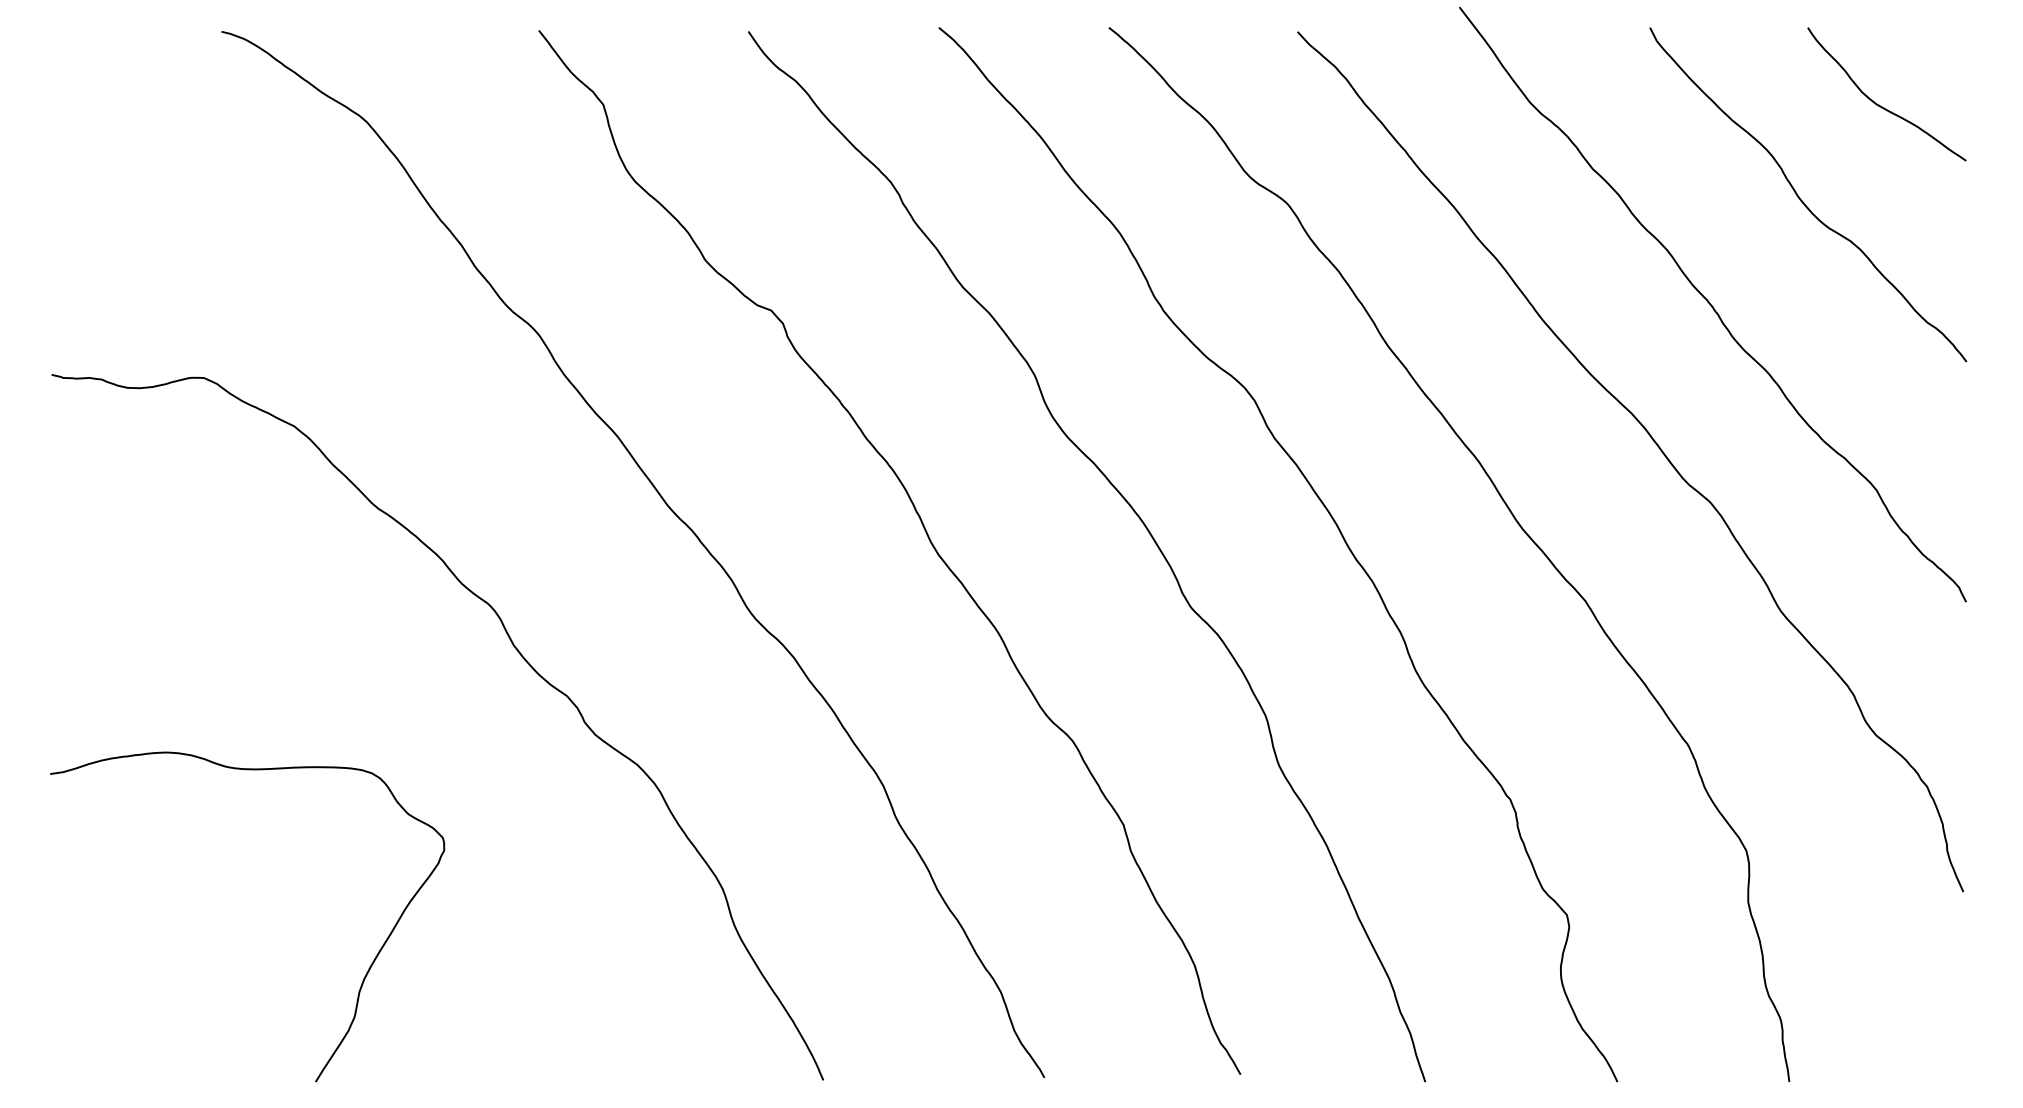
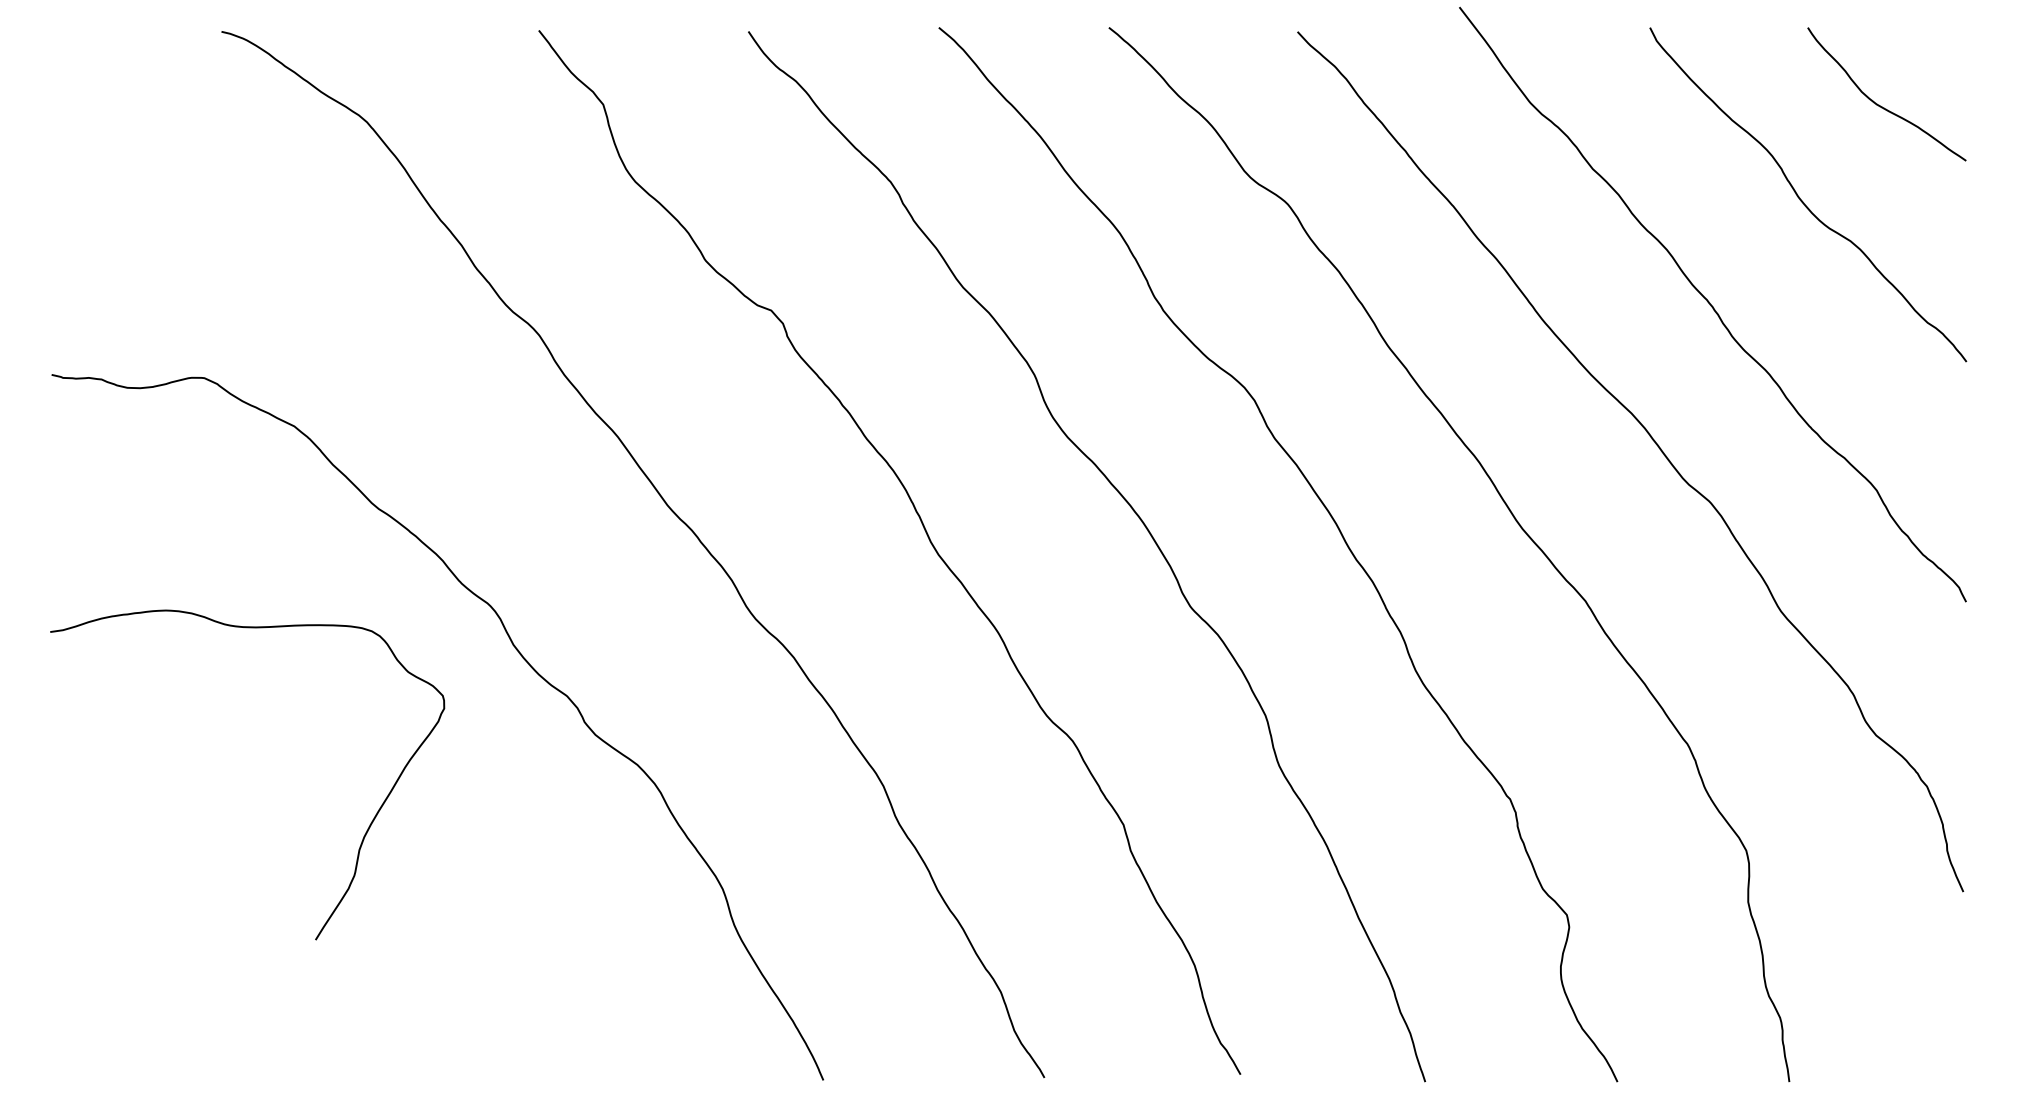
curve at (365, 974) position: (365, 974) -> (365, 832)
